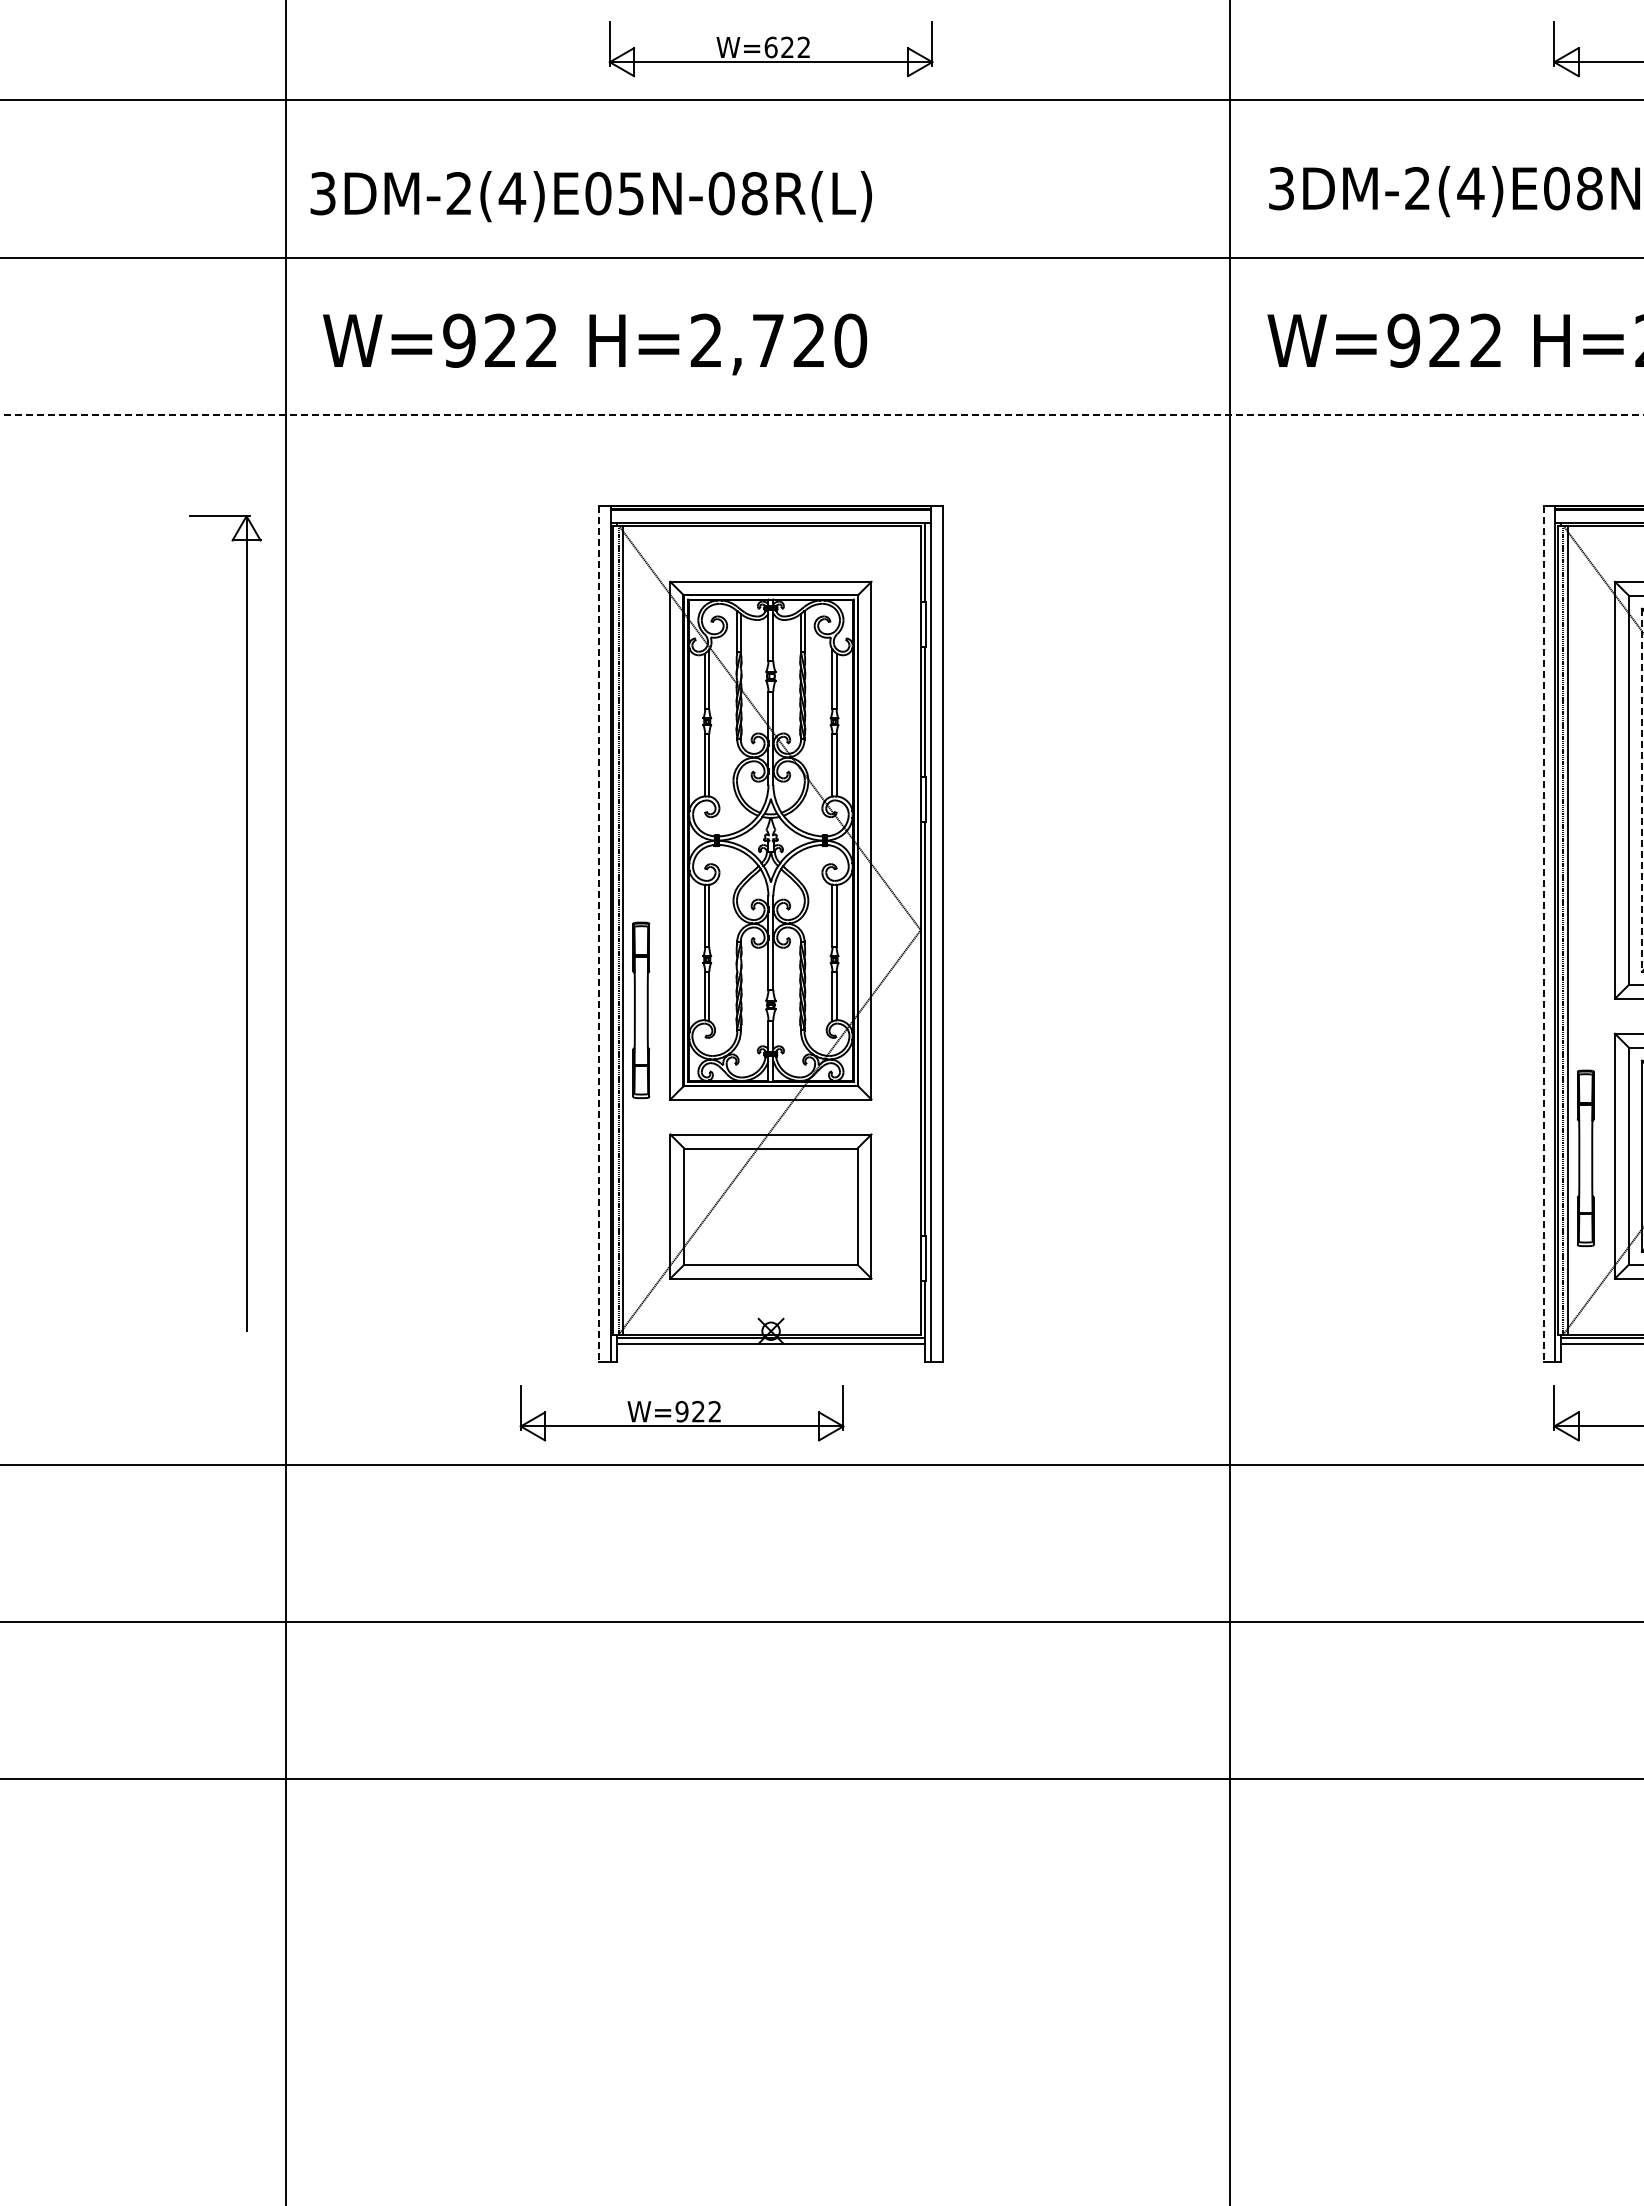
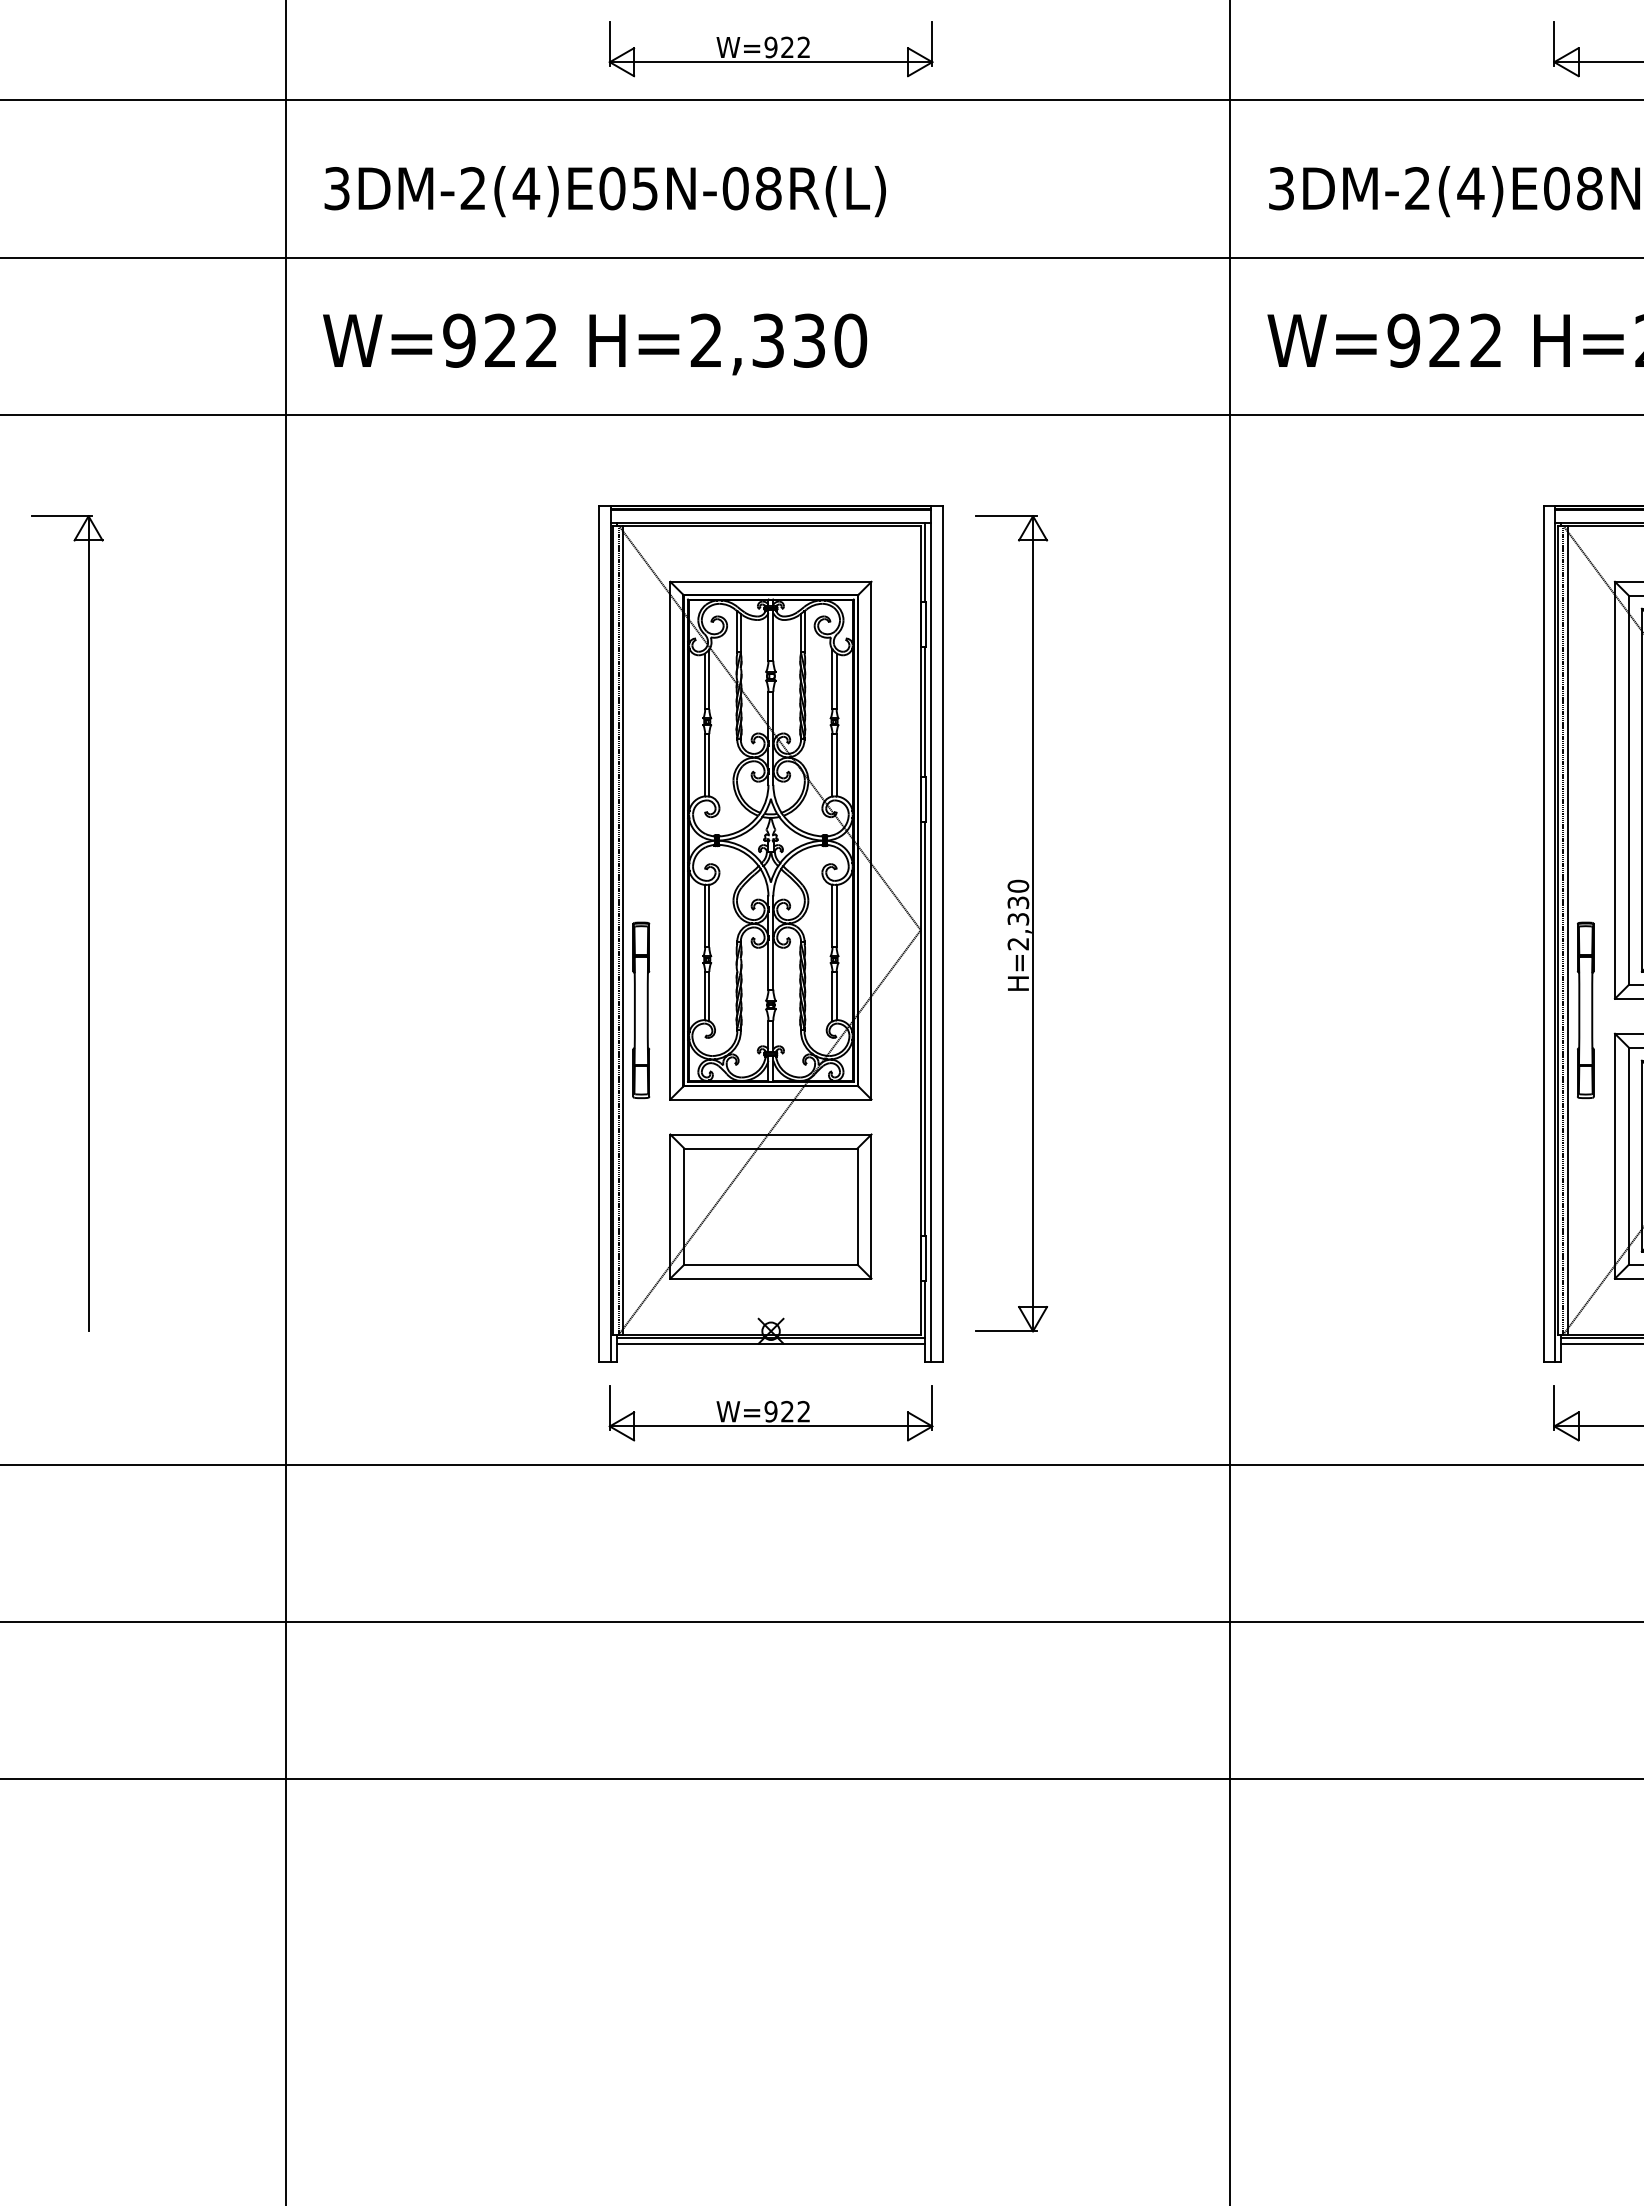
text at (770, 47): W=622 -> W=922
text at (590, 196) position: (590, 196) -> (604, 191)
text at (788, 340): H=2,720 -> H=2,330
line at (823, 415): dashed -> solid
line at (1641, 790): dashed -> solid
part at (246, 923) position: (246, 923) -> (88, 923)
part at (1011, 923): none -> present
line at (599, 934): dashed -> solid
line at (1543, 934): dashed -> solid
part at (1585, 1157) position: (1585, 1157) -> (1585, 1009)
part at (681, 1413) position: (681, 1413) -> (770, 1413)
